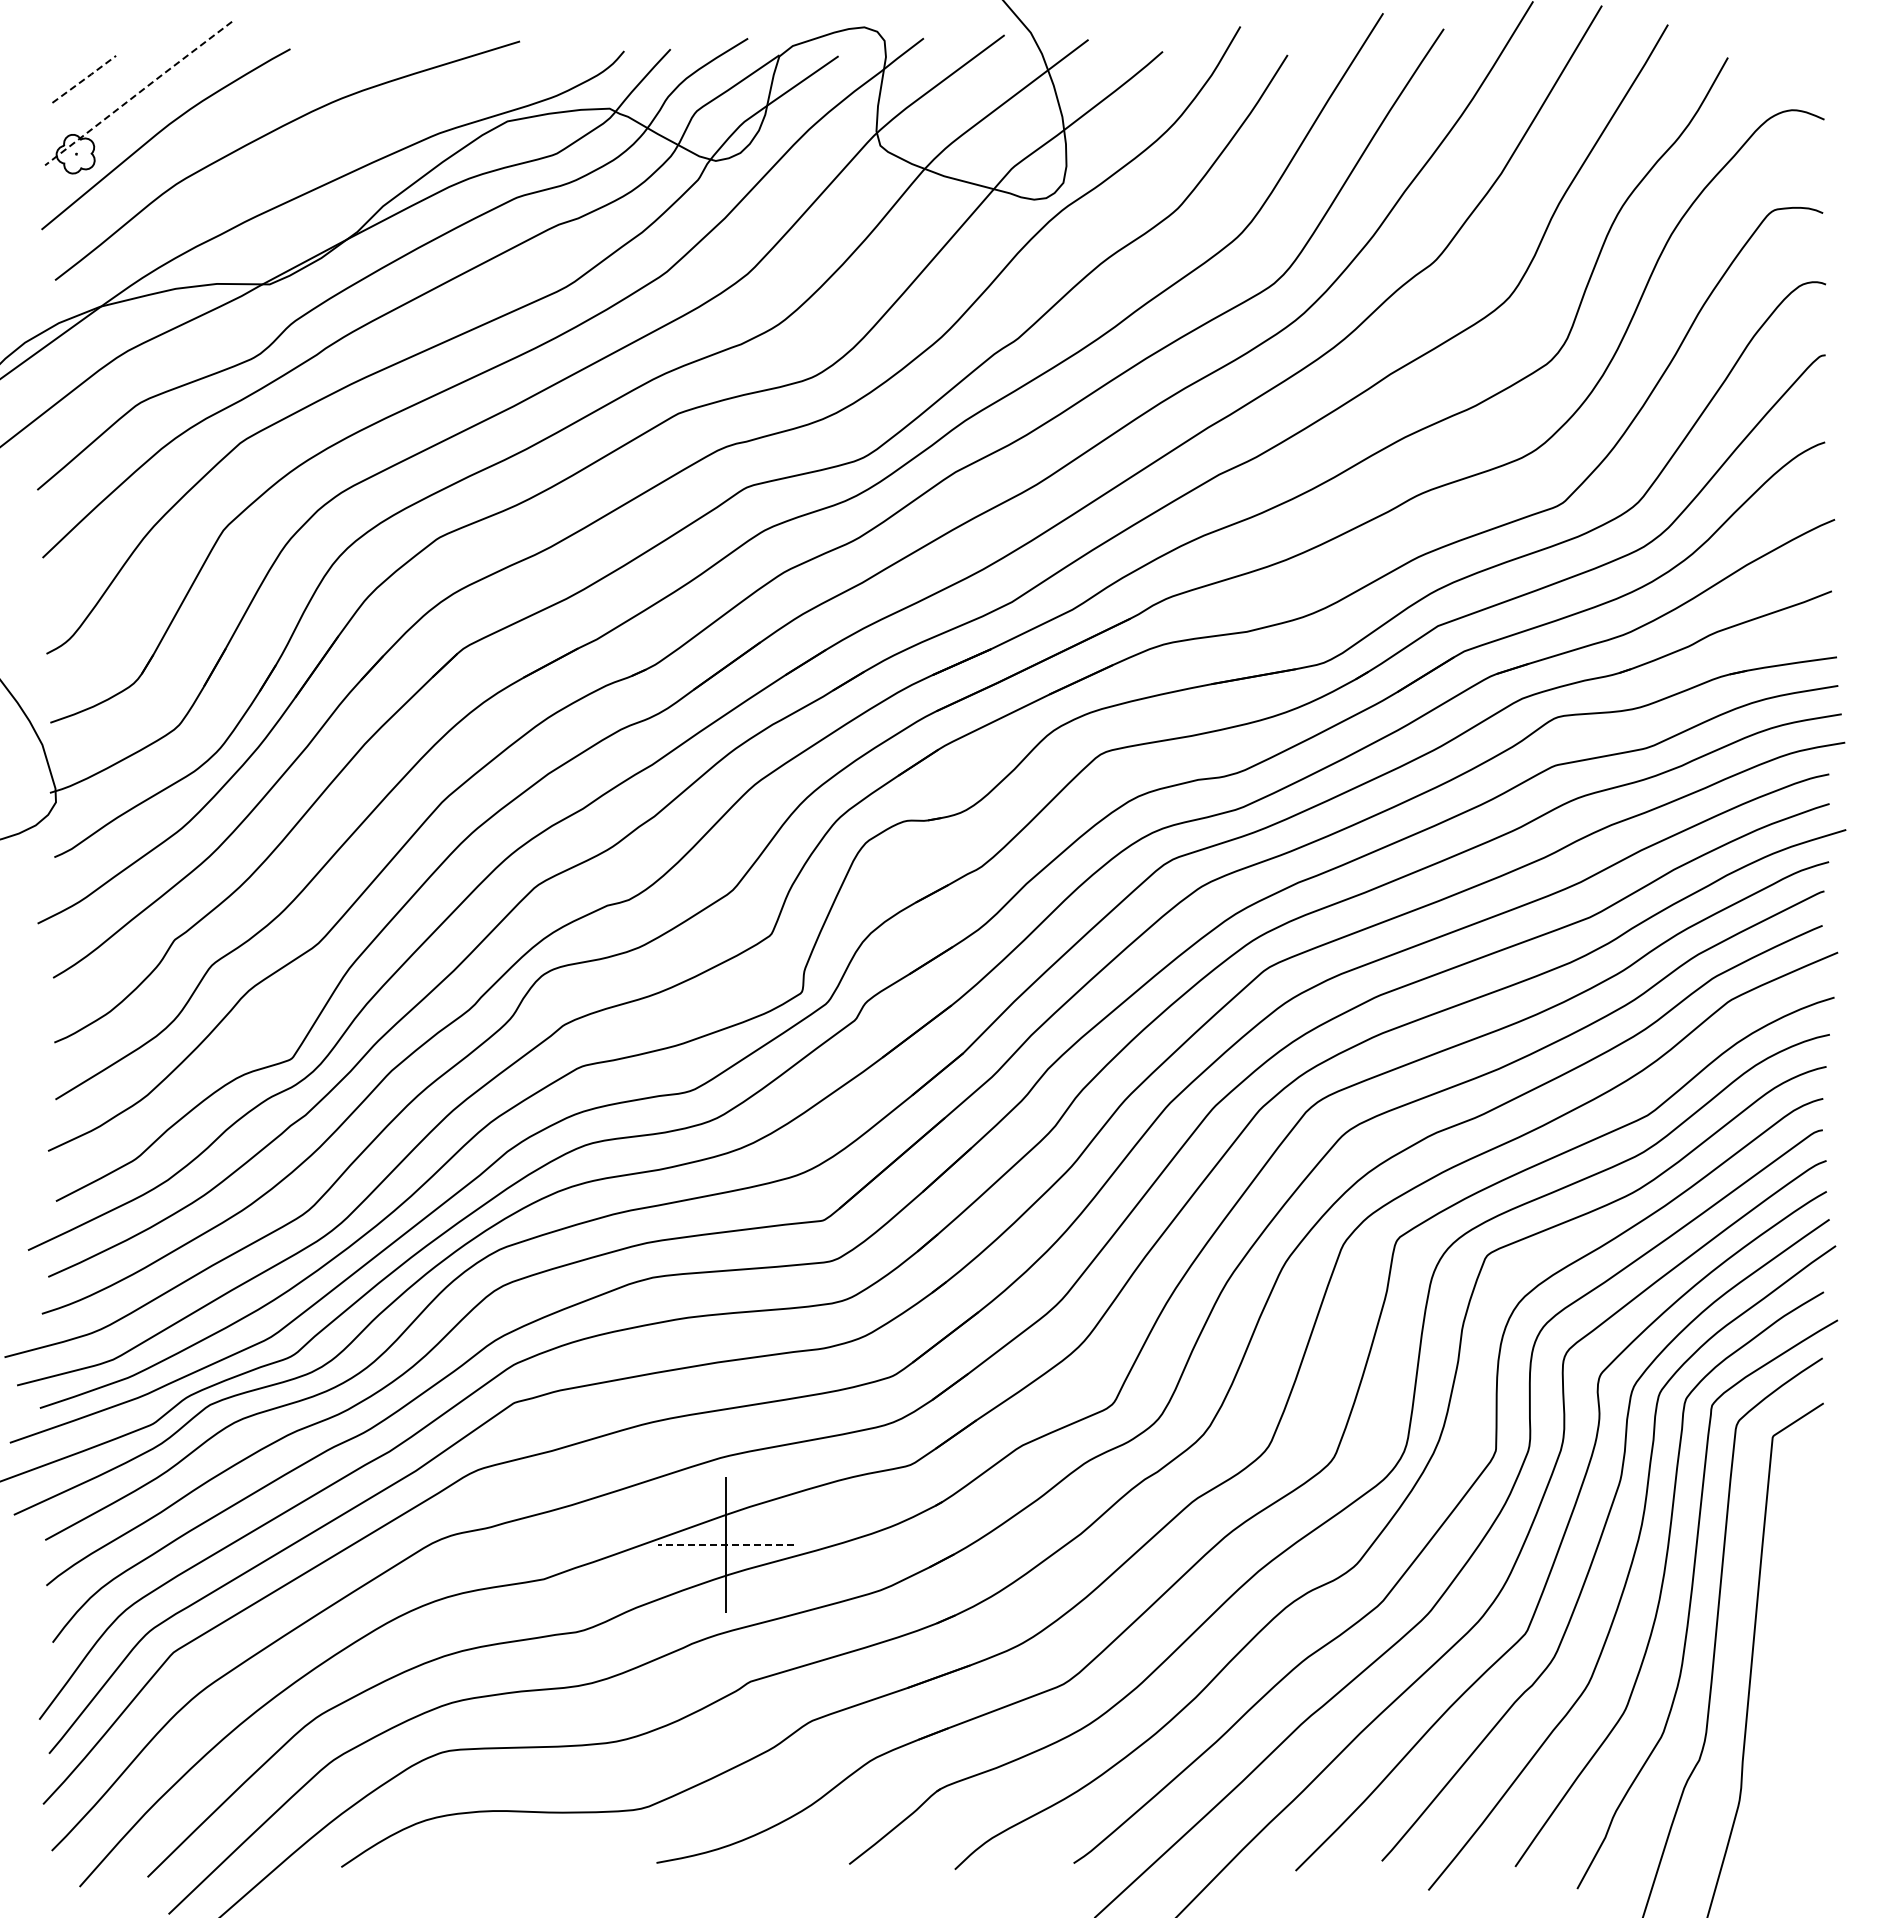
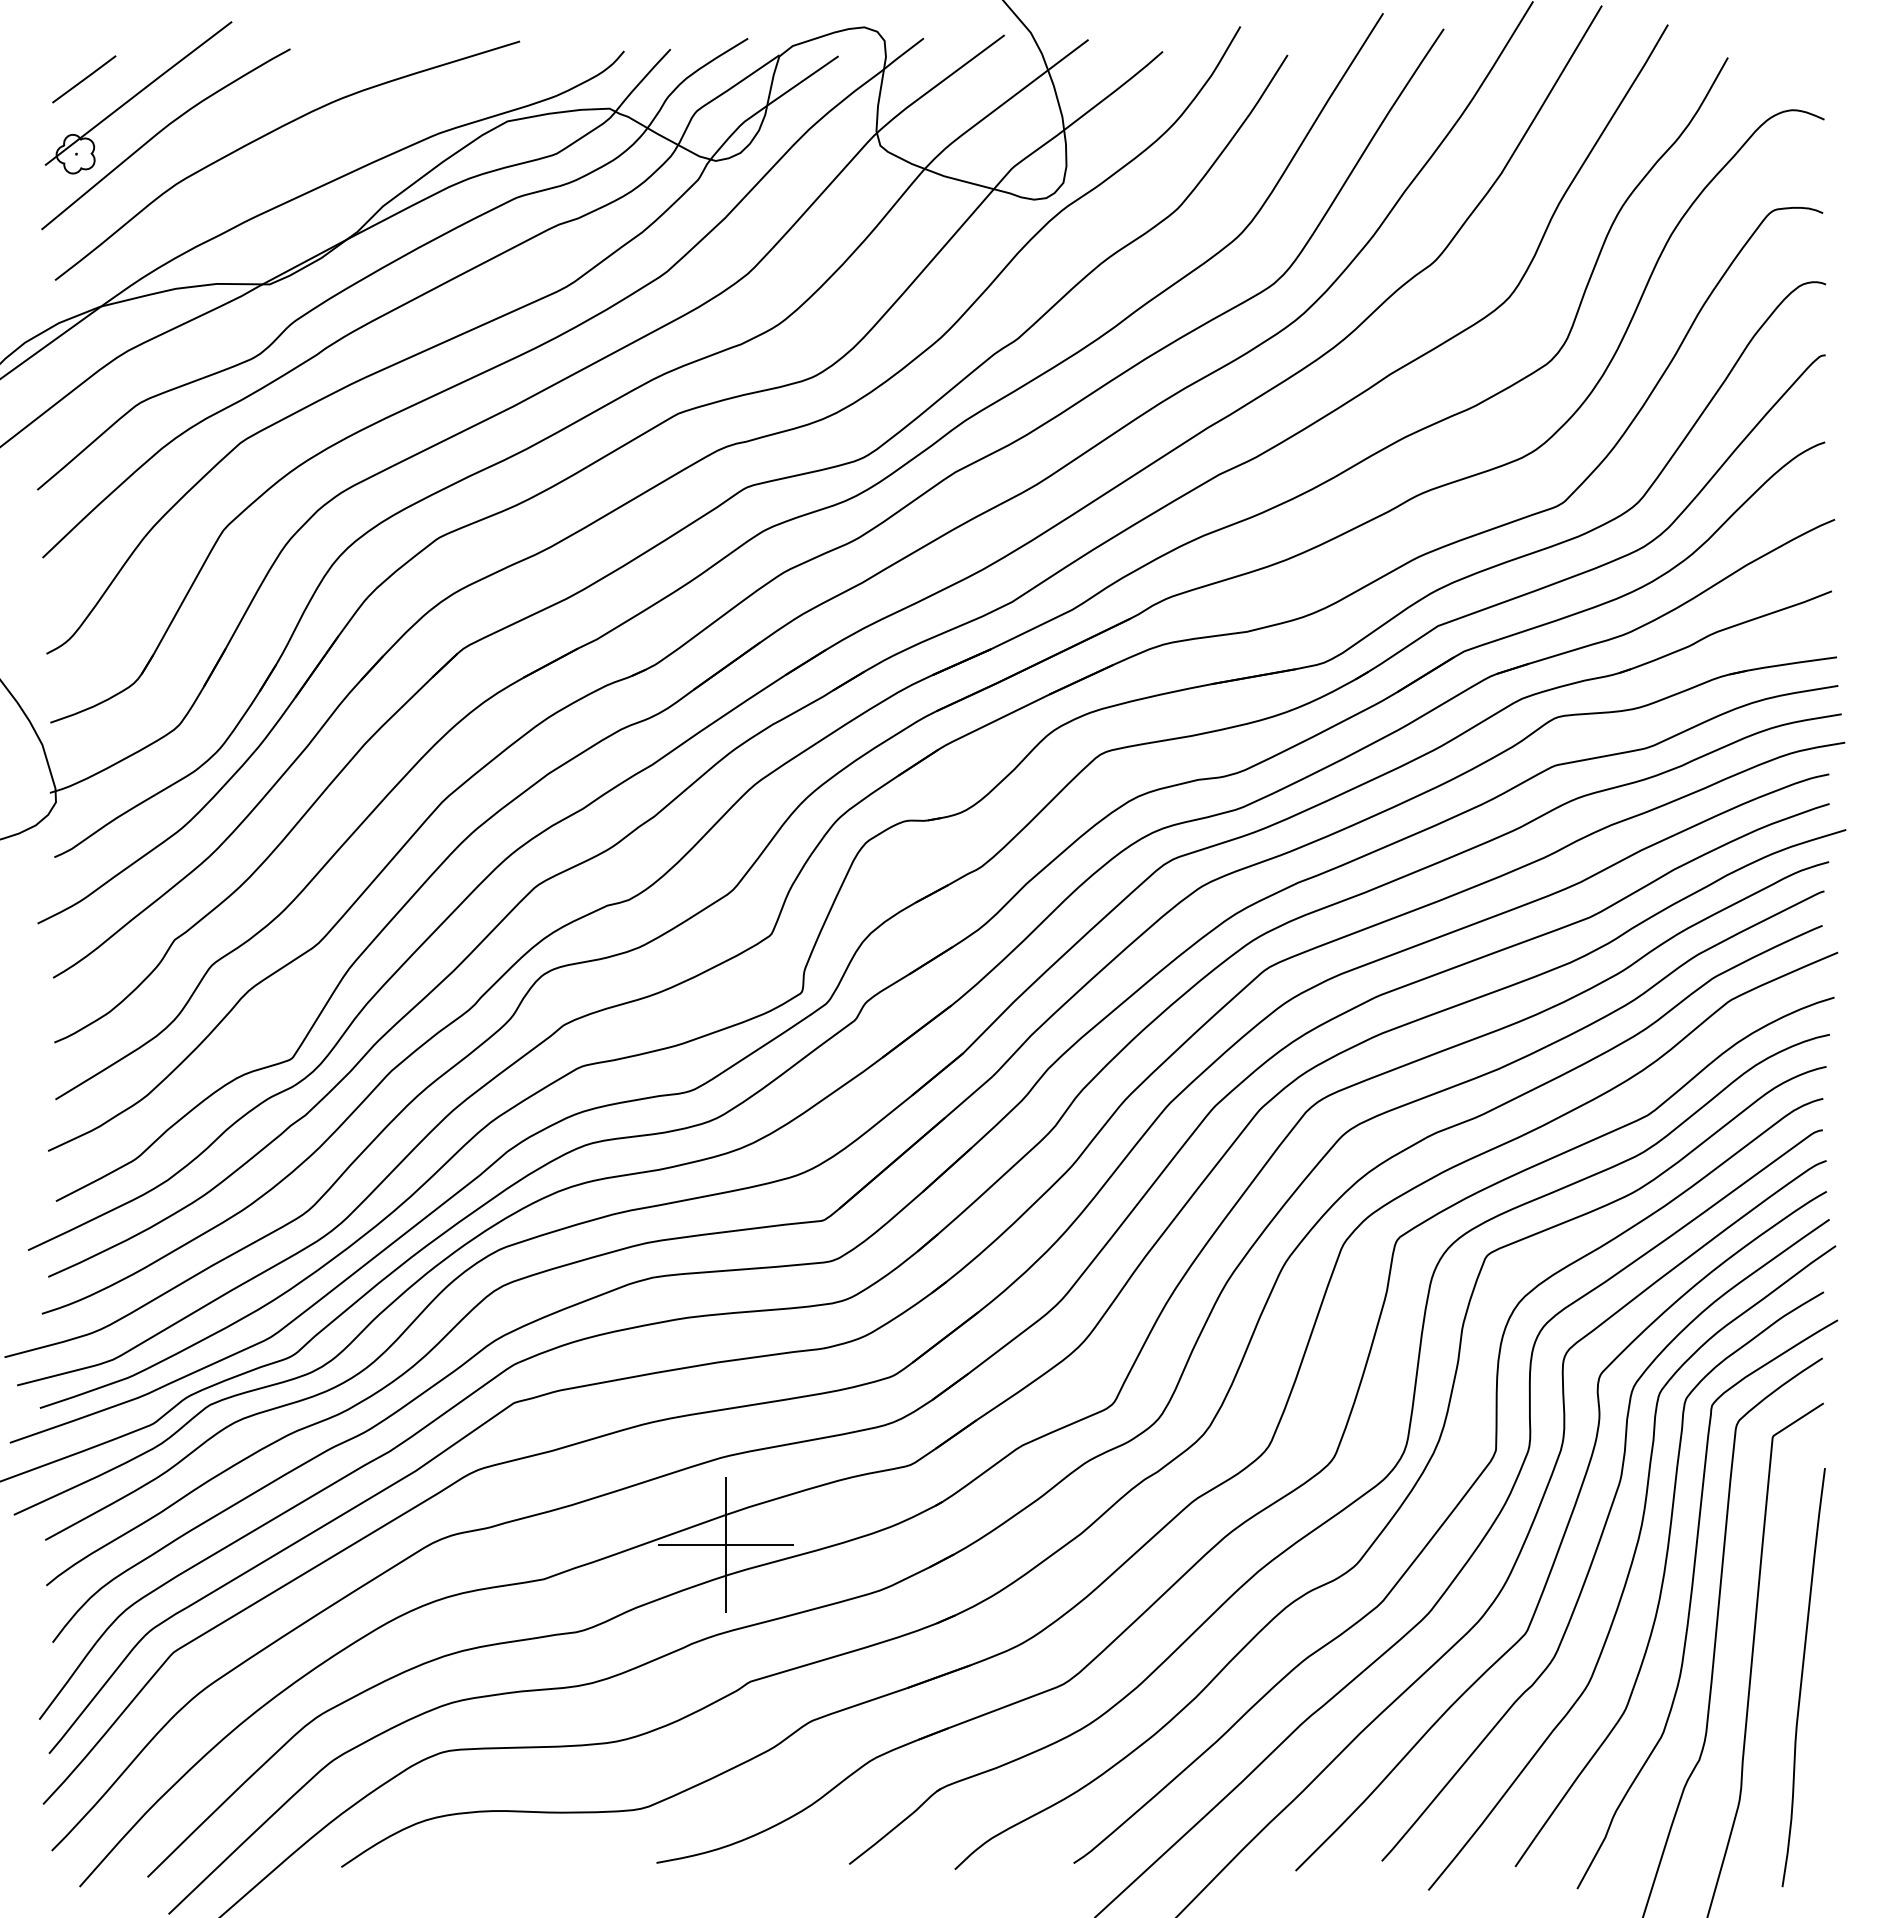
line at (84, 79): dashed -> solid
line at (138, 92): dashed -> solid
line at (726, 1545): dashed -> solid
curve at (1802, 1677): none -> present
